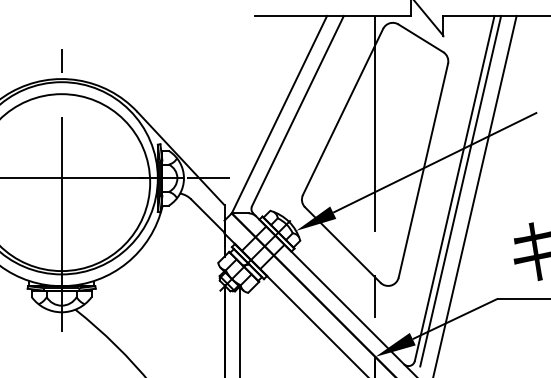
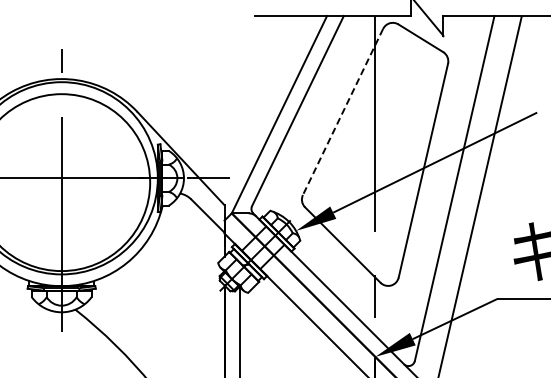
line at (342, 112): solid -> dashed
line at (460, 190): present -> none
line at (474, 194) position: (474, 194) -> (480, 195)
